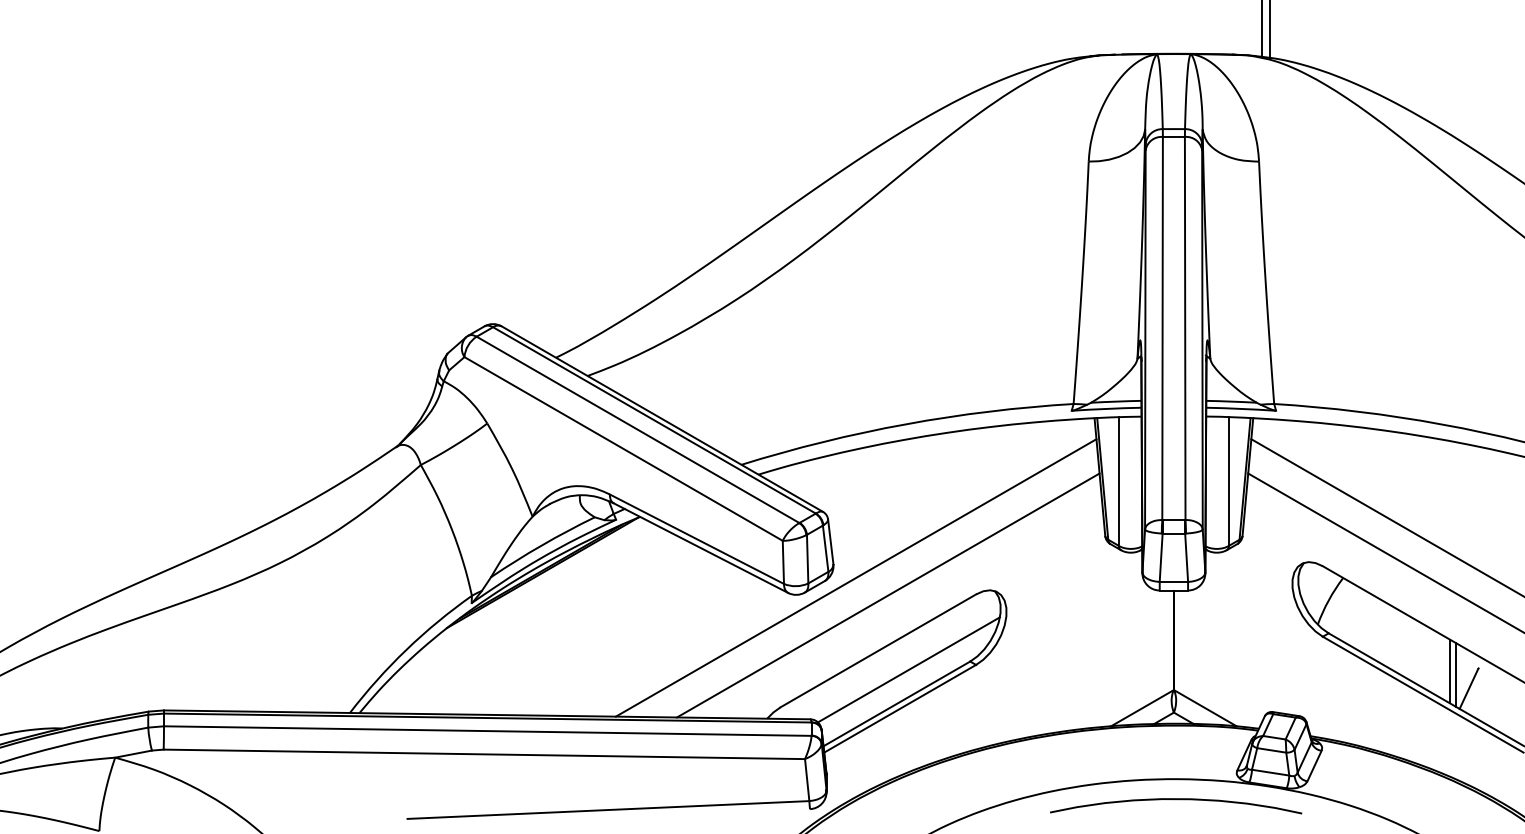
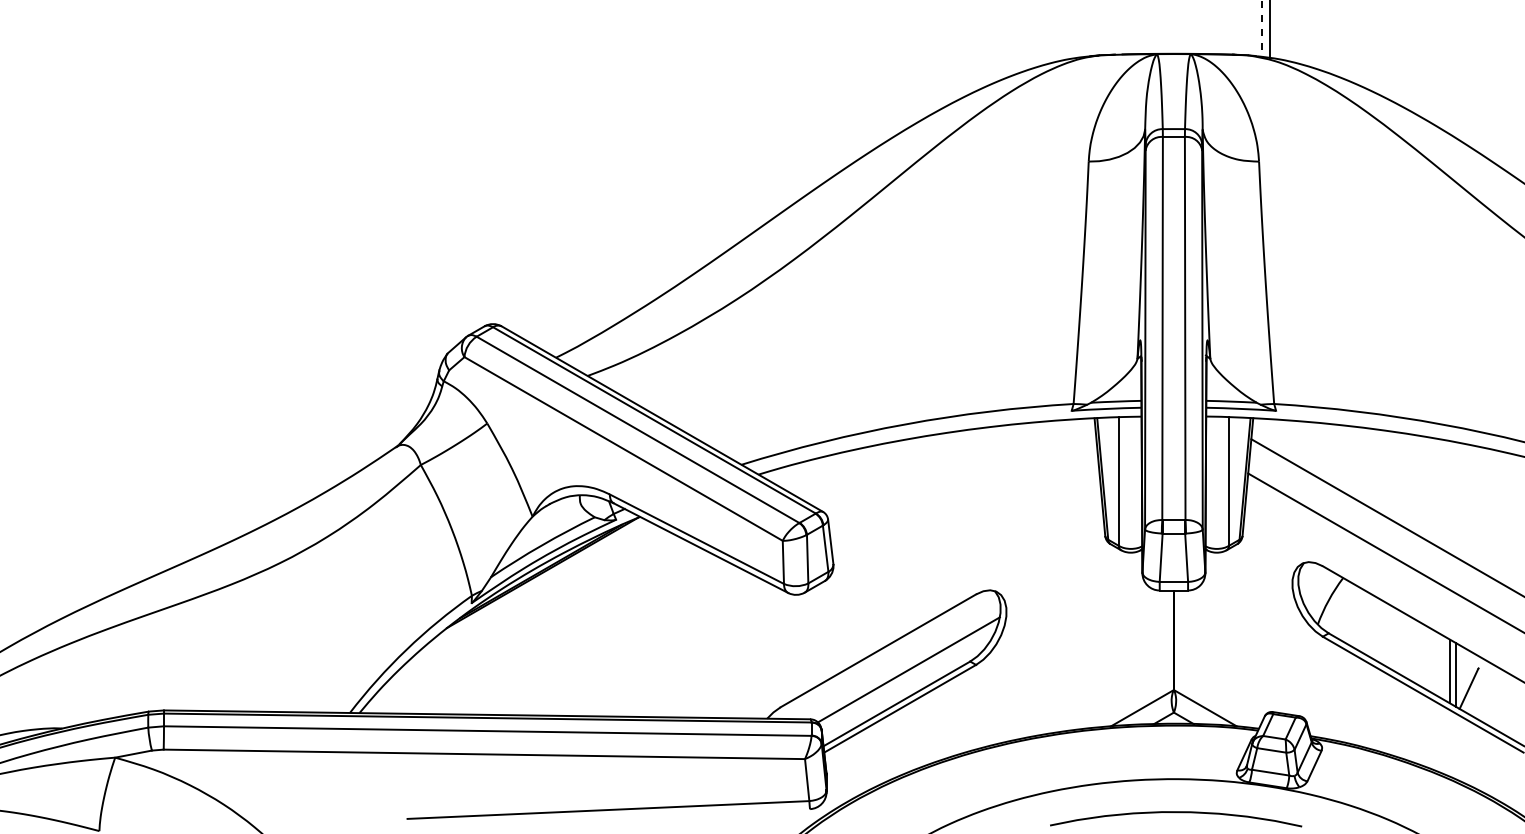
line at (1262, 28): solid -> dashed
line at (855, 577): present -> none
line at (887, 595): present -> none
curve at (1176, 800) position: (1176, 800) -> (1176, 813)
